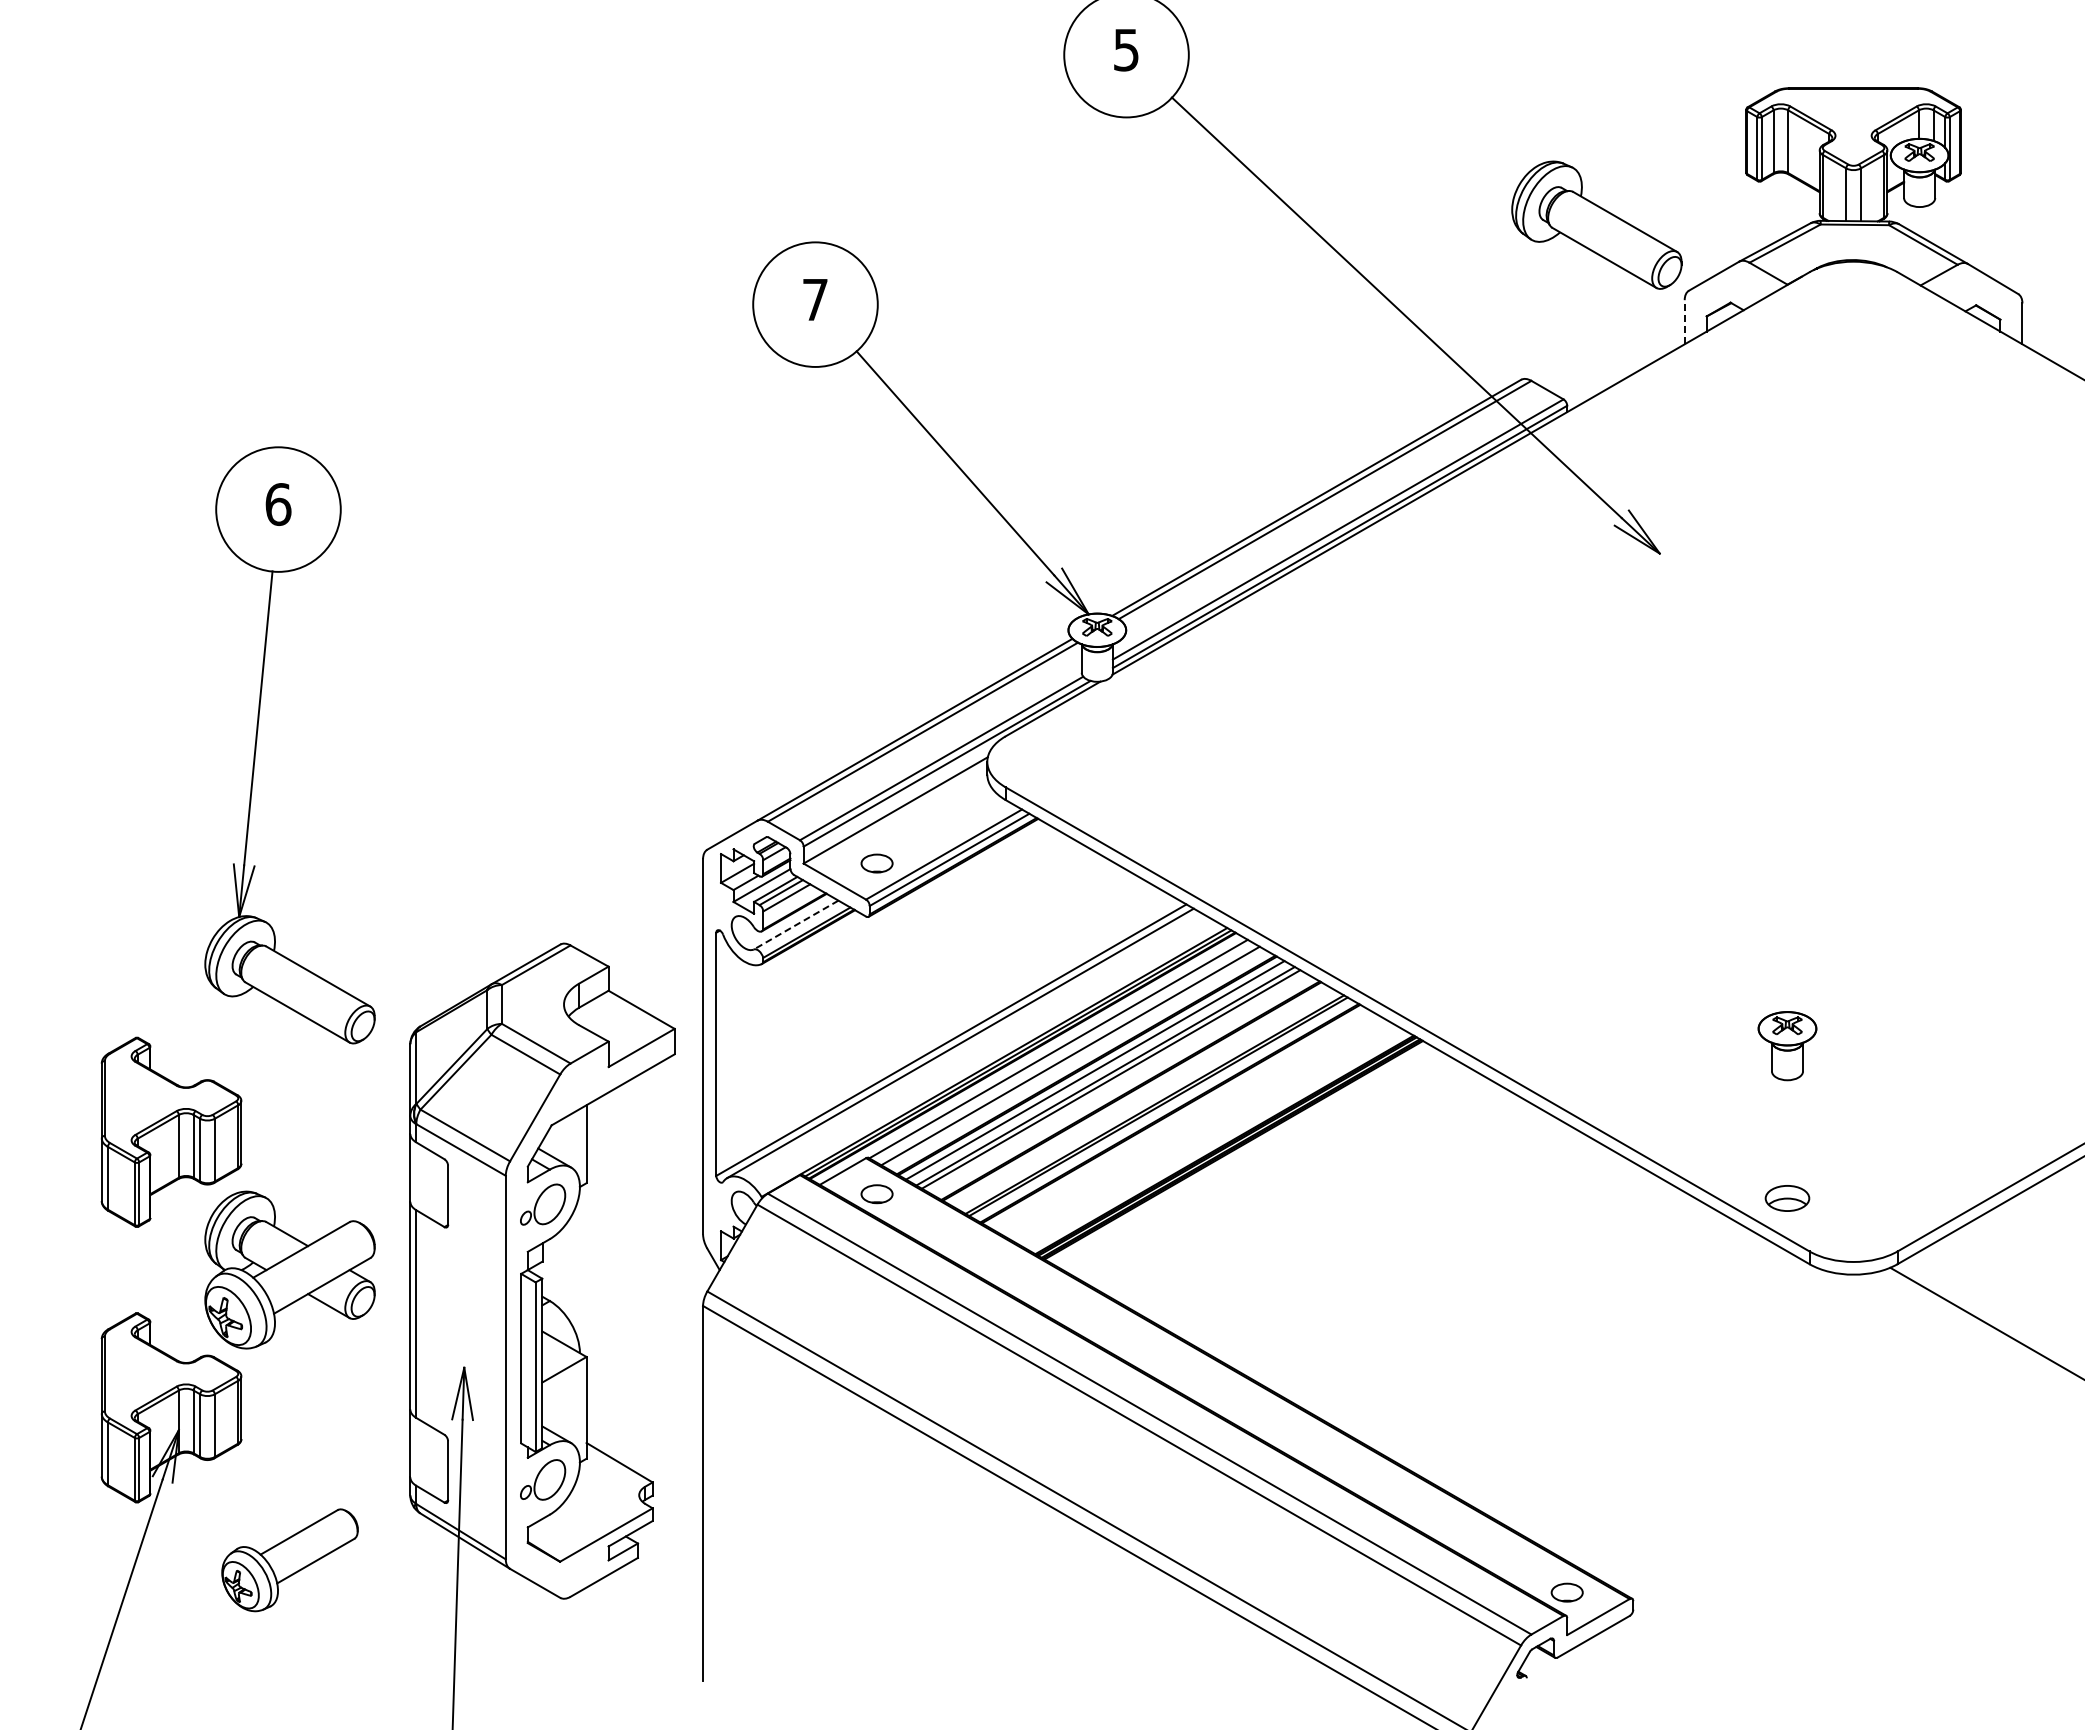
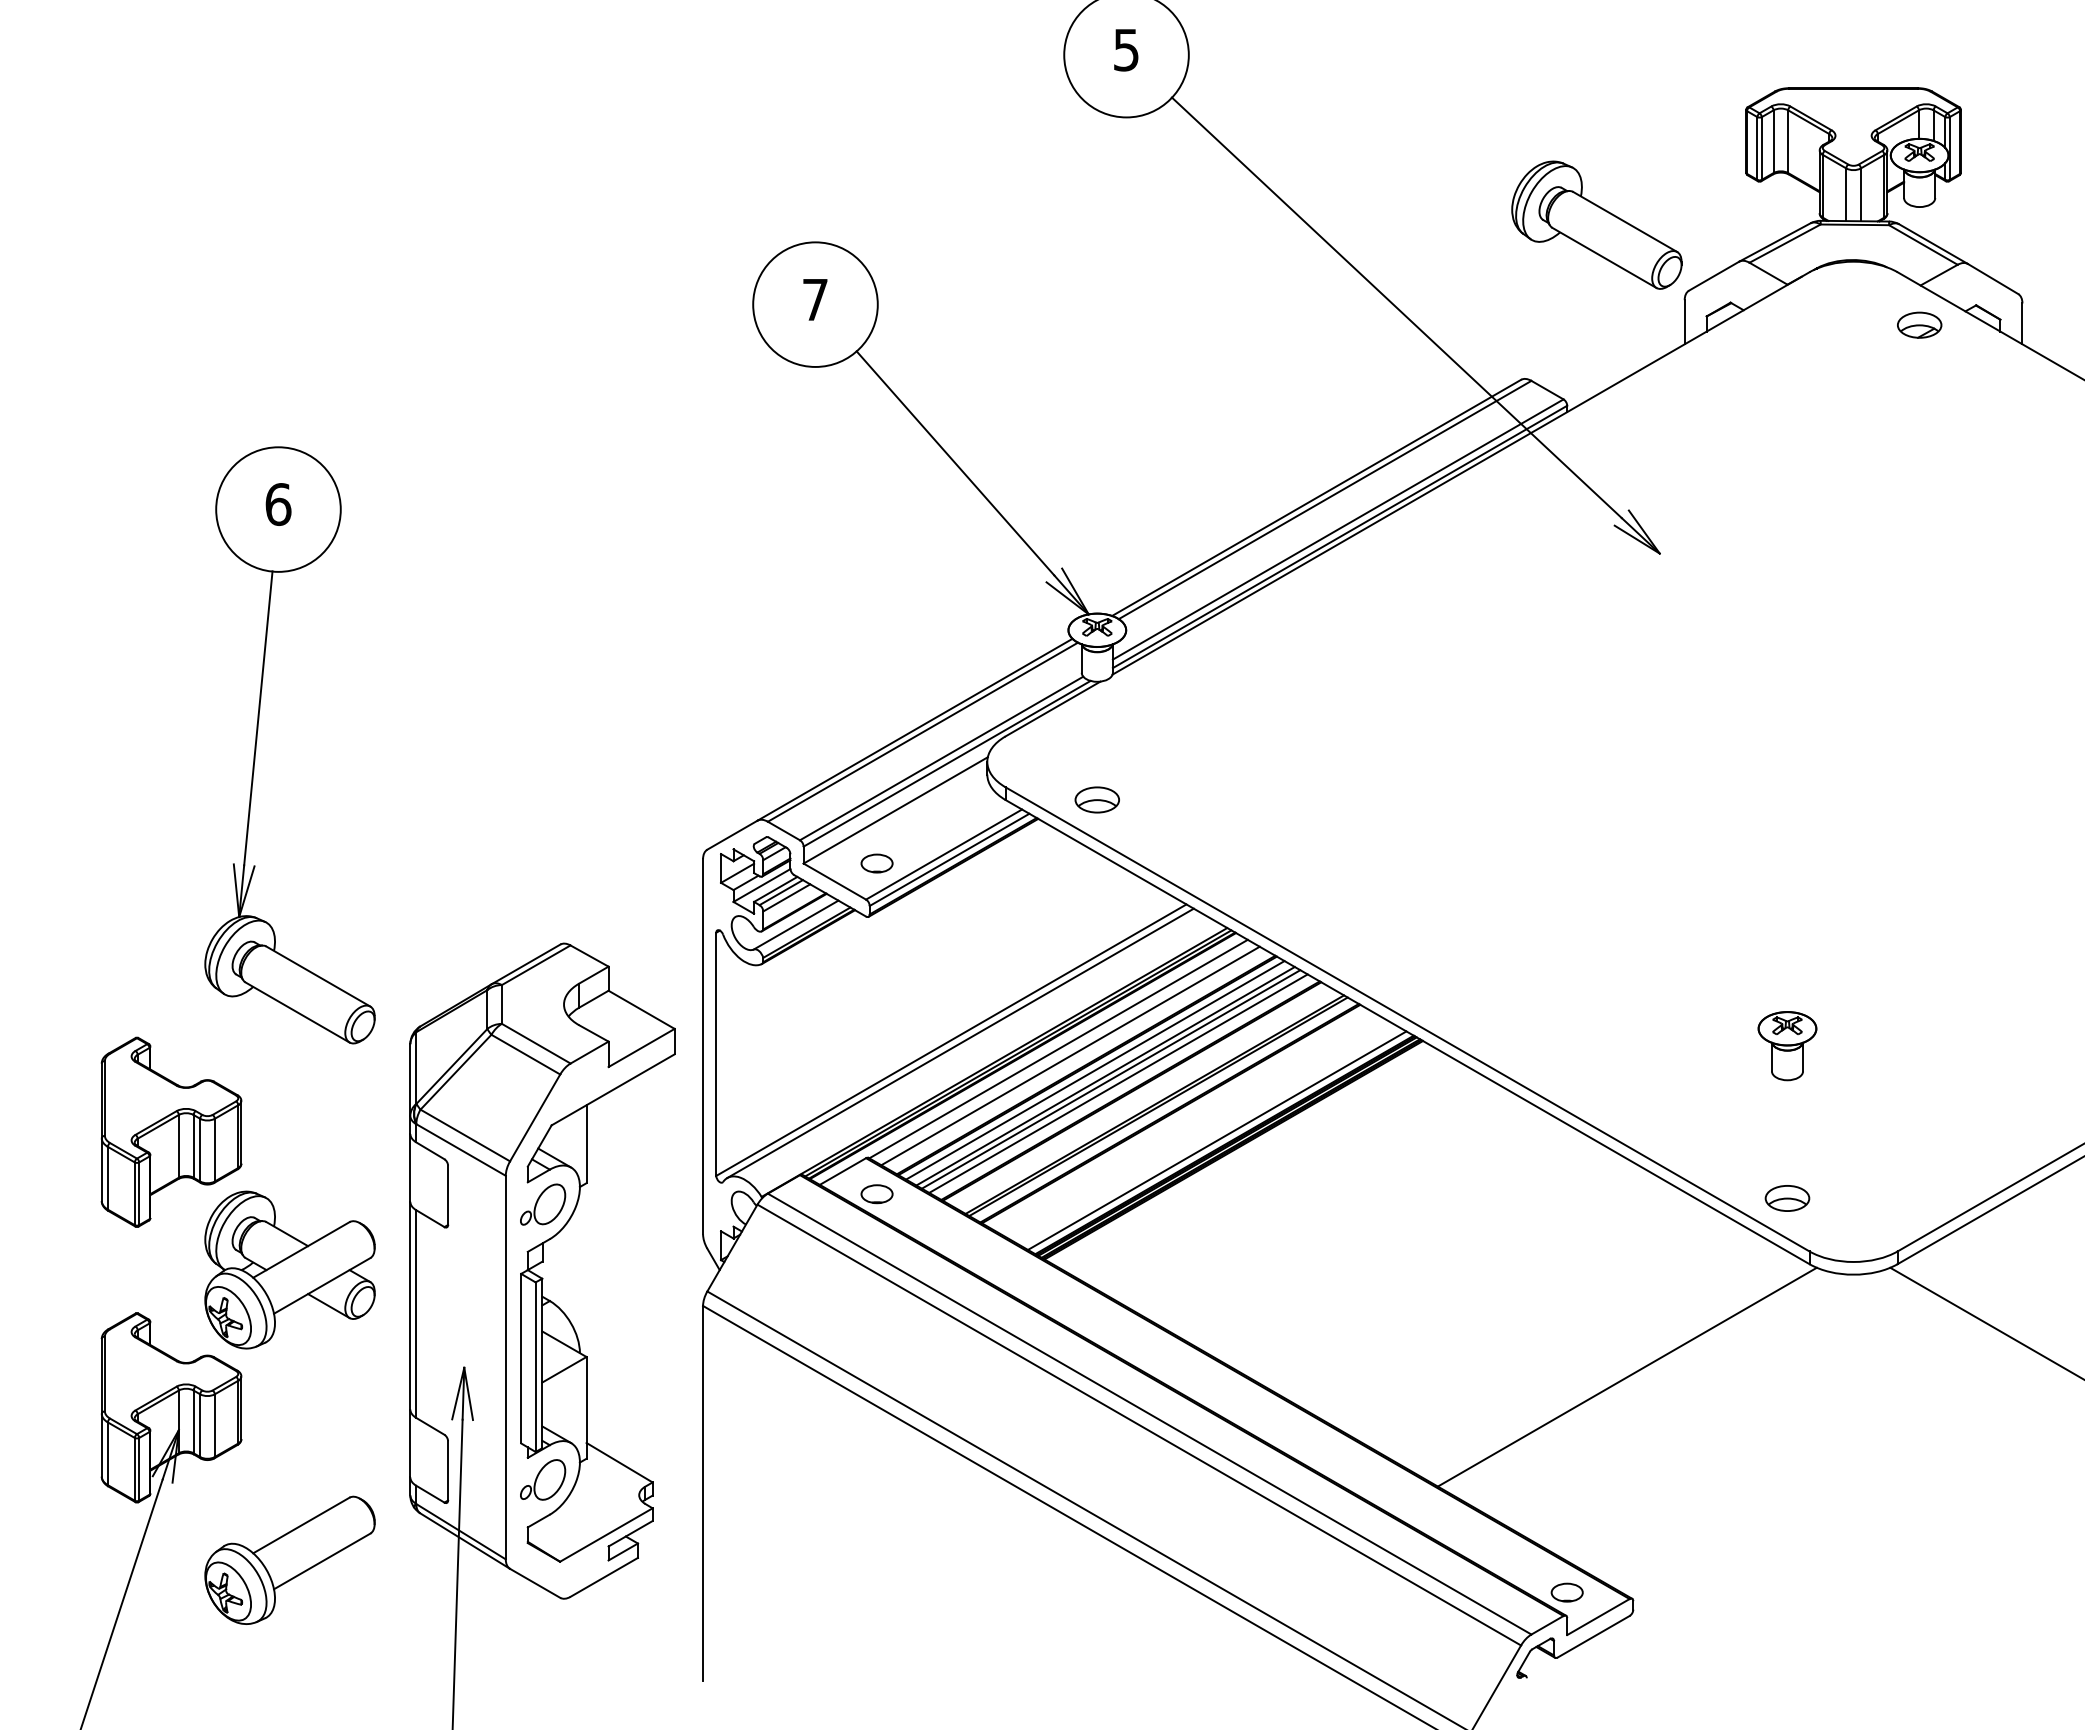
line at (1684, 321): dashed -> solid
part at (1919, 324): none -> present
part at (1096, 799): none -> present
line at (796, 925): dashed -> solid
line at (1118, 1083): none -> present
line at (1217, 1140): none -> present
line at (1626, 1376): none -> present
part at (289, 1560) size: 138x105 px -> 172x130 px
